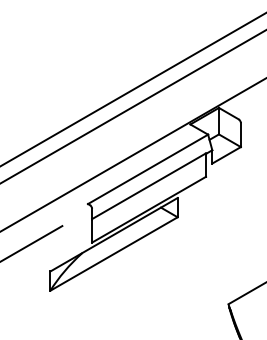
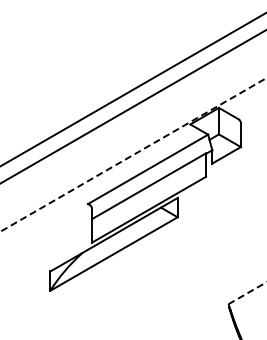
line at (133, 155): solid -> dashed
line at (32, 243): present -> none
line at (247, 293): solid -> dashed
